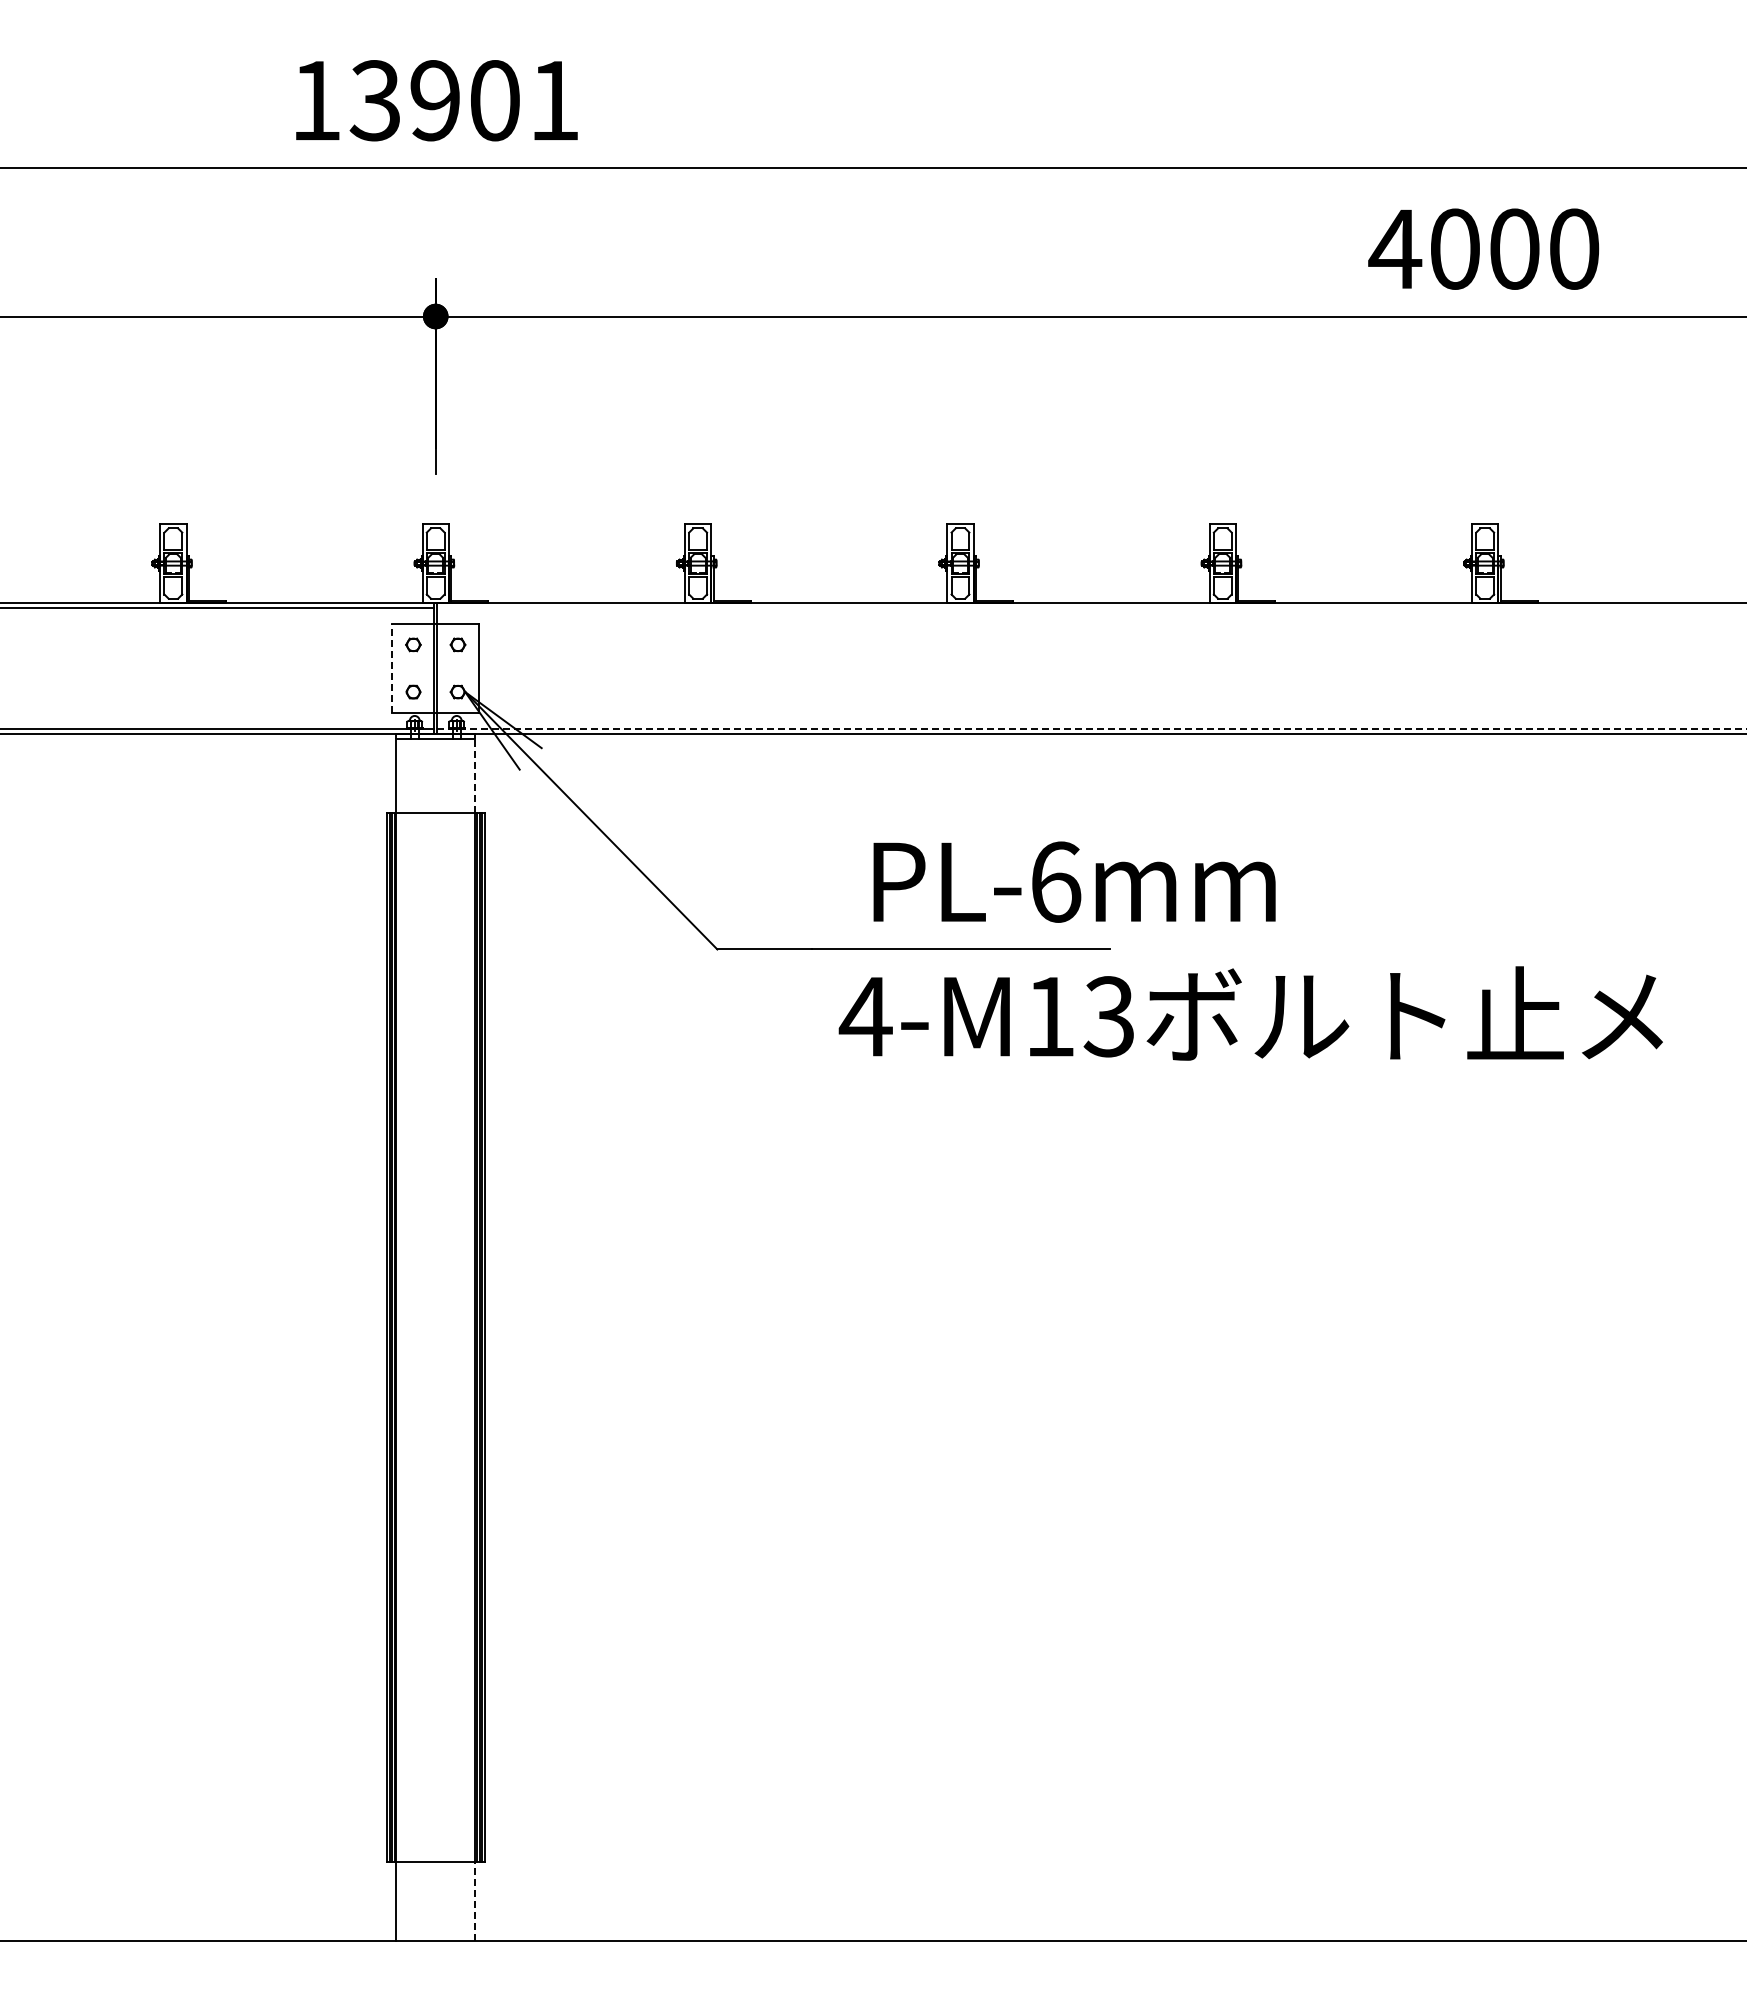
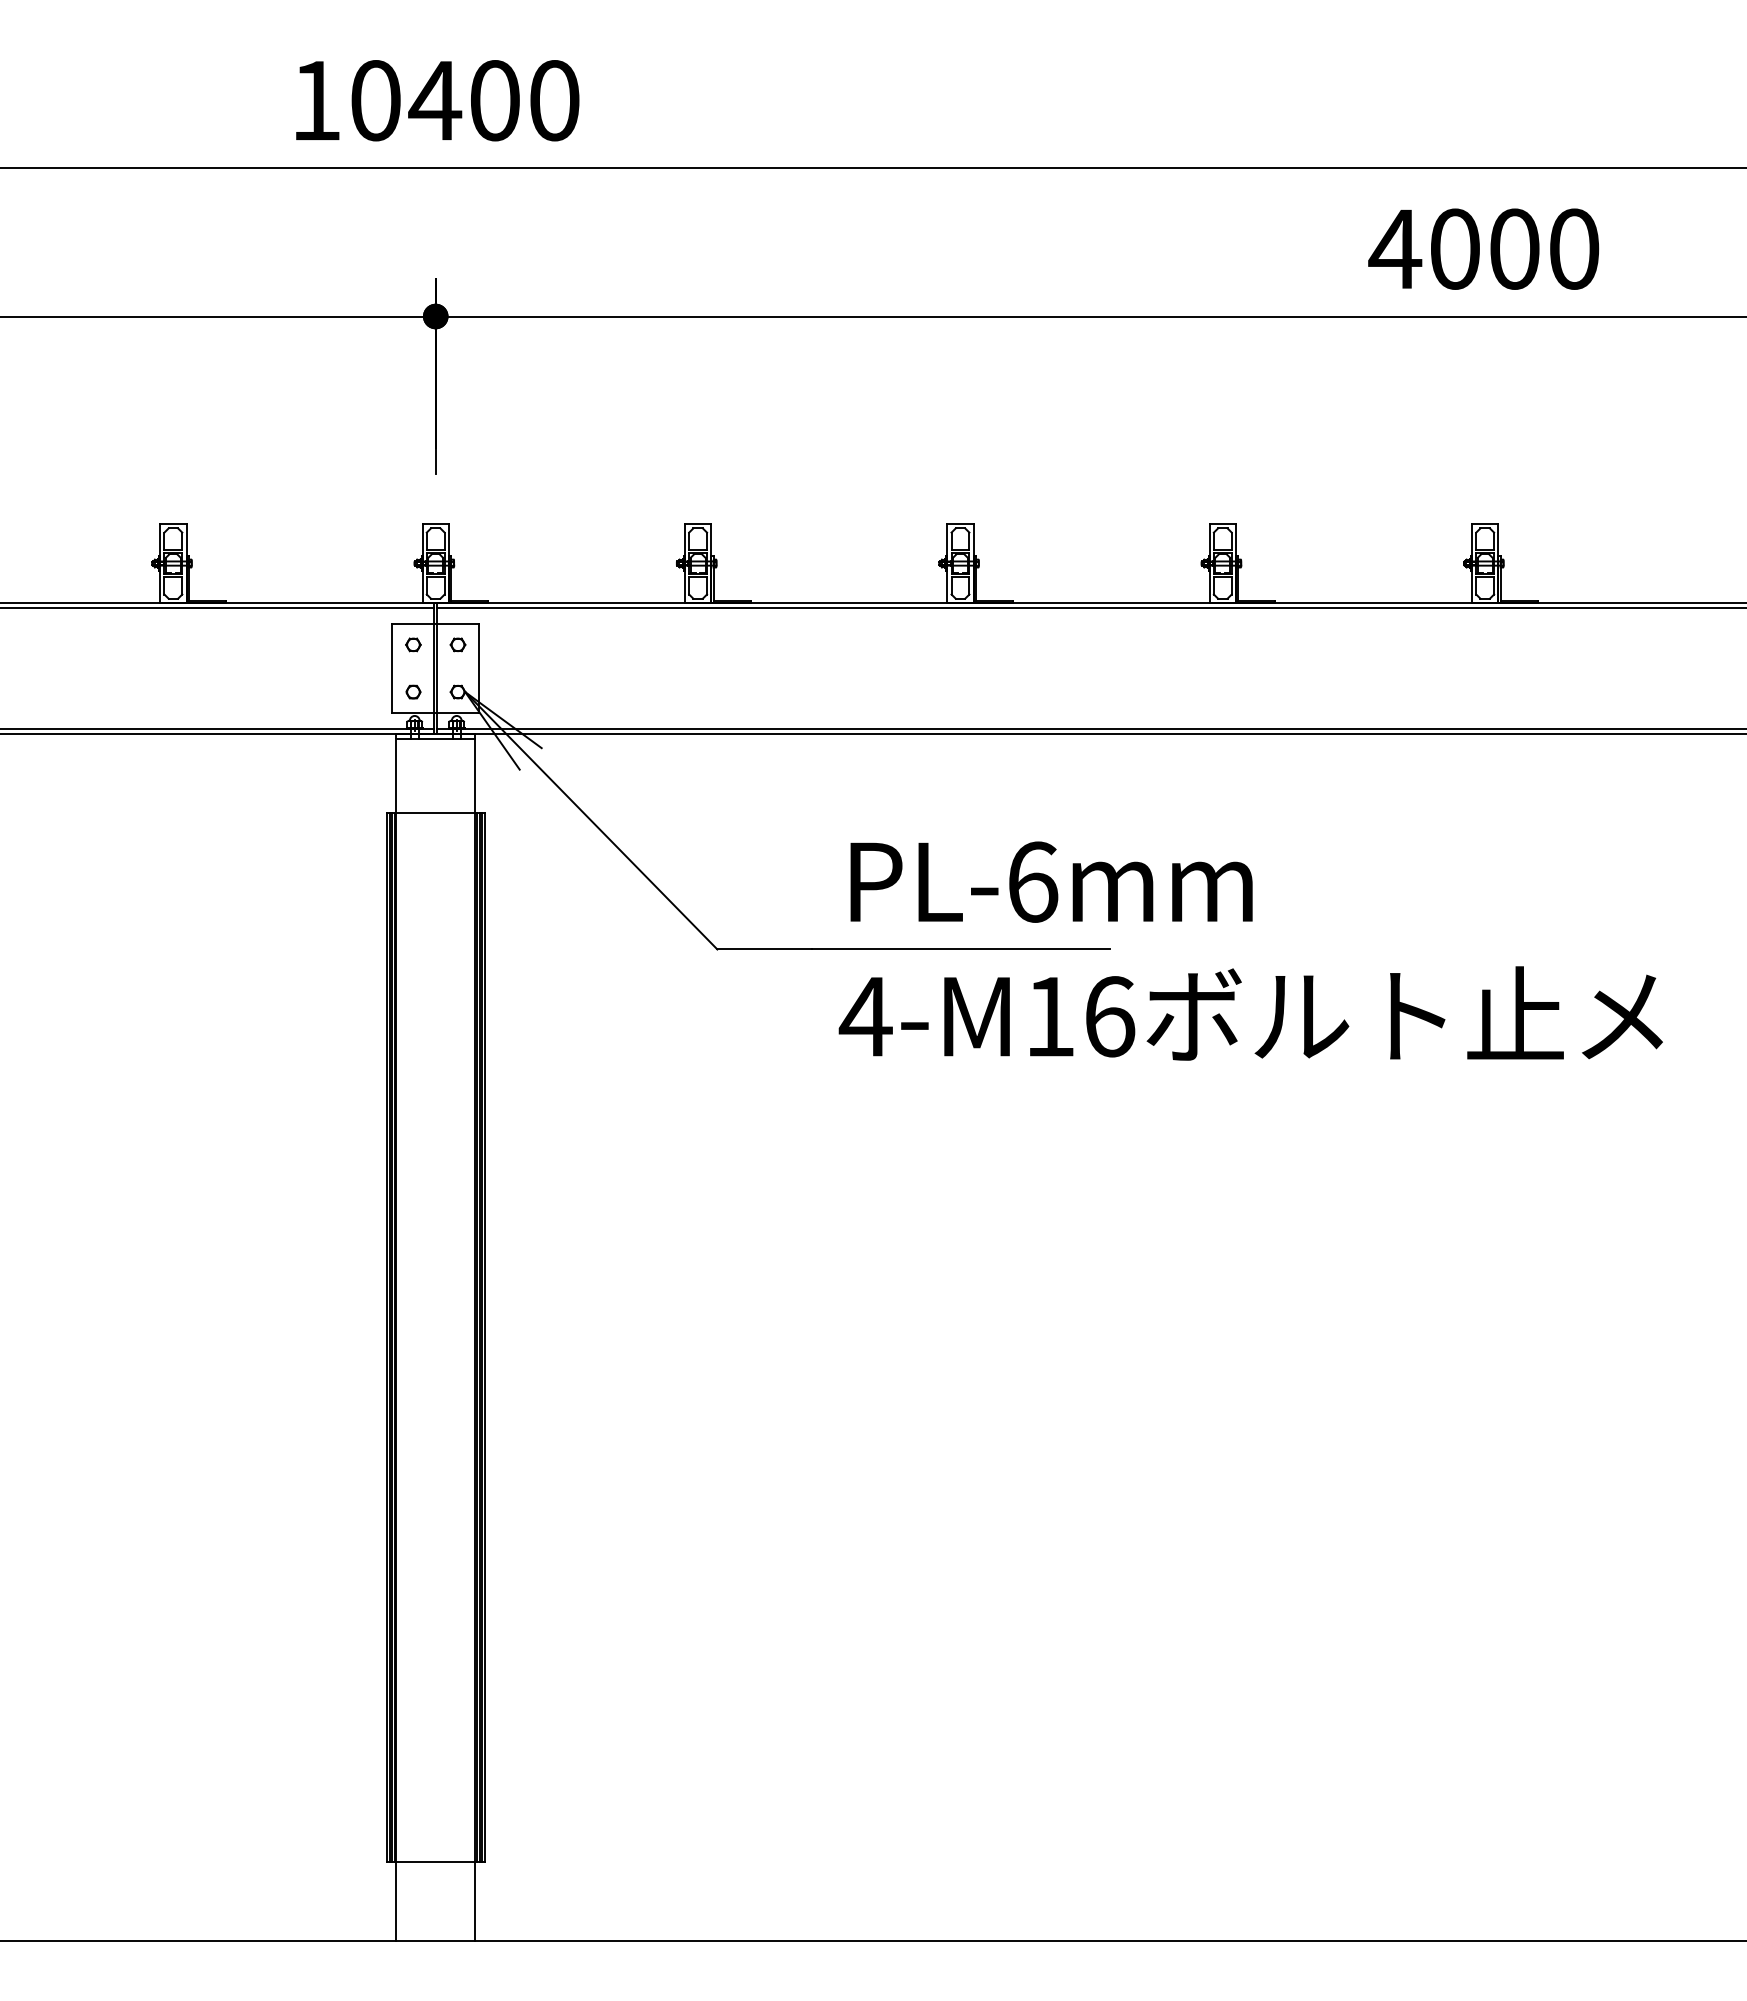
text at (464, 100): 13901 -> 10400
line at (1090, 607): none -> present
line at (392, 668): dashed -> solid
line at (1091, 729): dashed -> solid
line at (475, 775): dashed -> solid
text at (1074, 881) position: (1074, 881) -> (1051, 881)
text at (1109, 1016): 4-M13 -> 4-M16
line at (475, 1901): dashed -> solid
